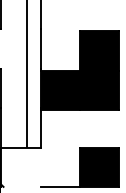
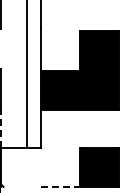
line at (1, 127): solid -> dashed
line at (60, 186): solid -> dashed
